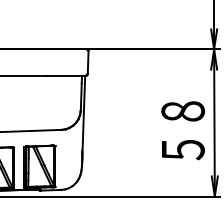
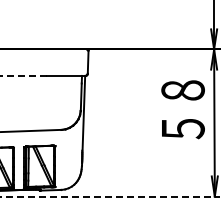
line at (23, 75): solid -> dashed
text at (182, 130) position: (182, 130) -> (182, 109)
line at (109, 196): solid -> dashed
